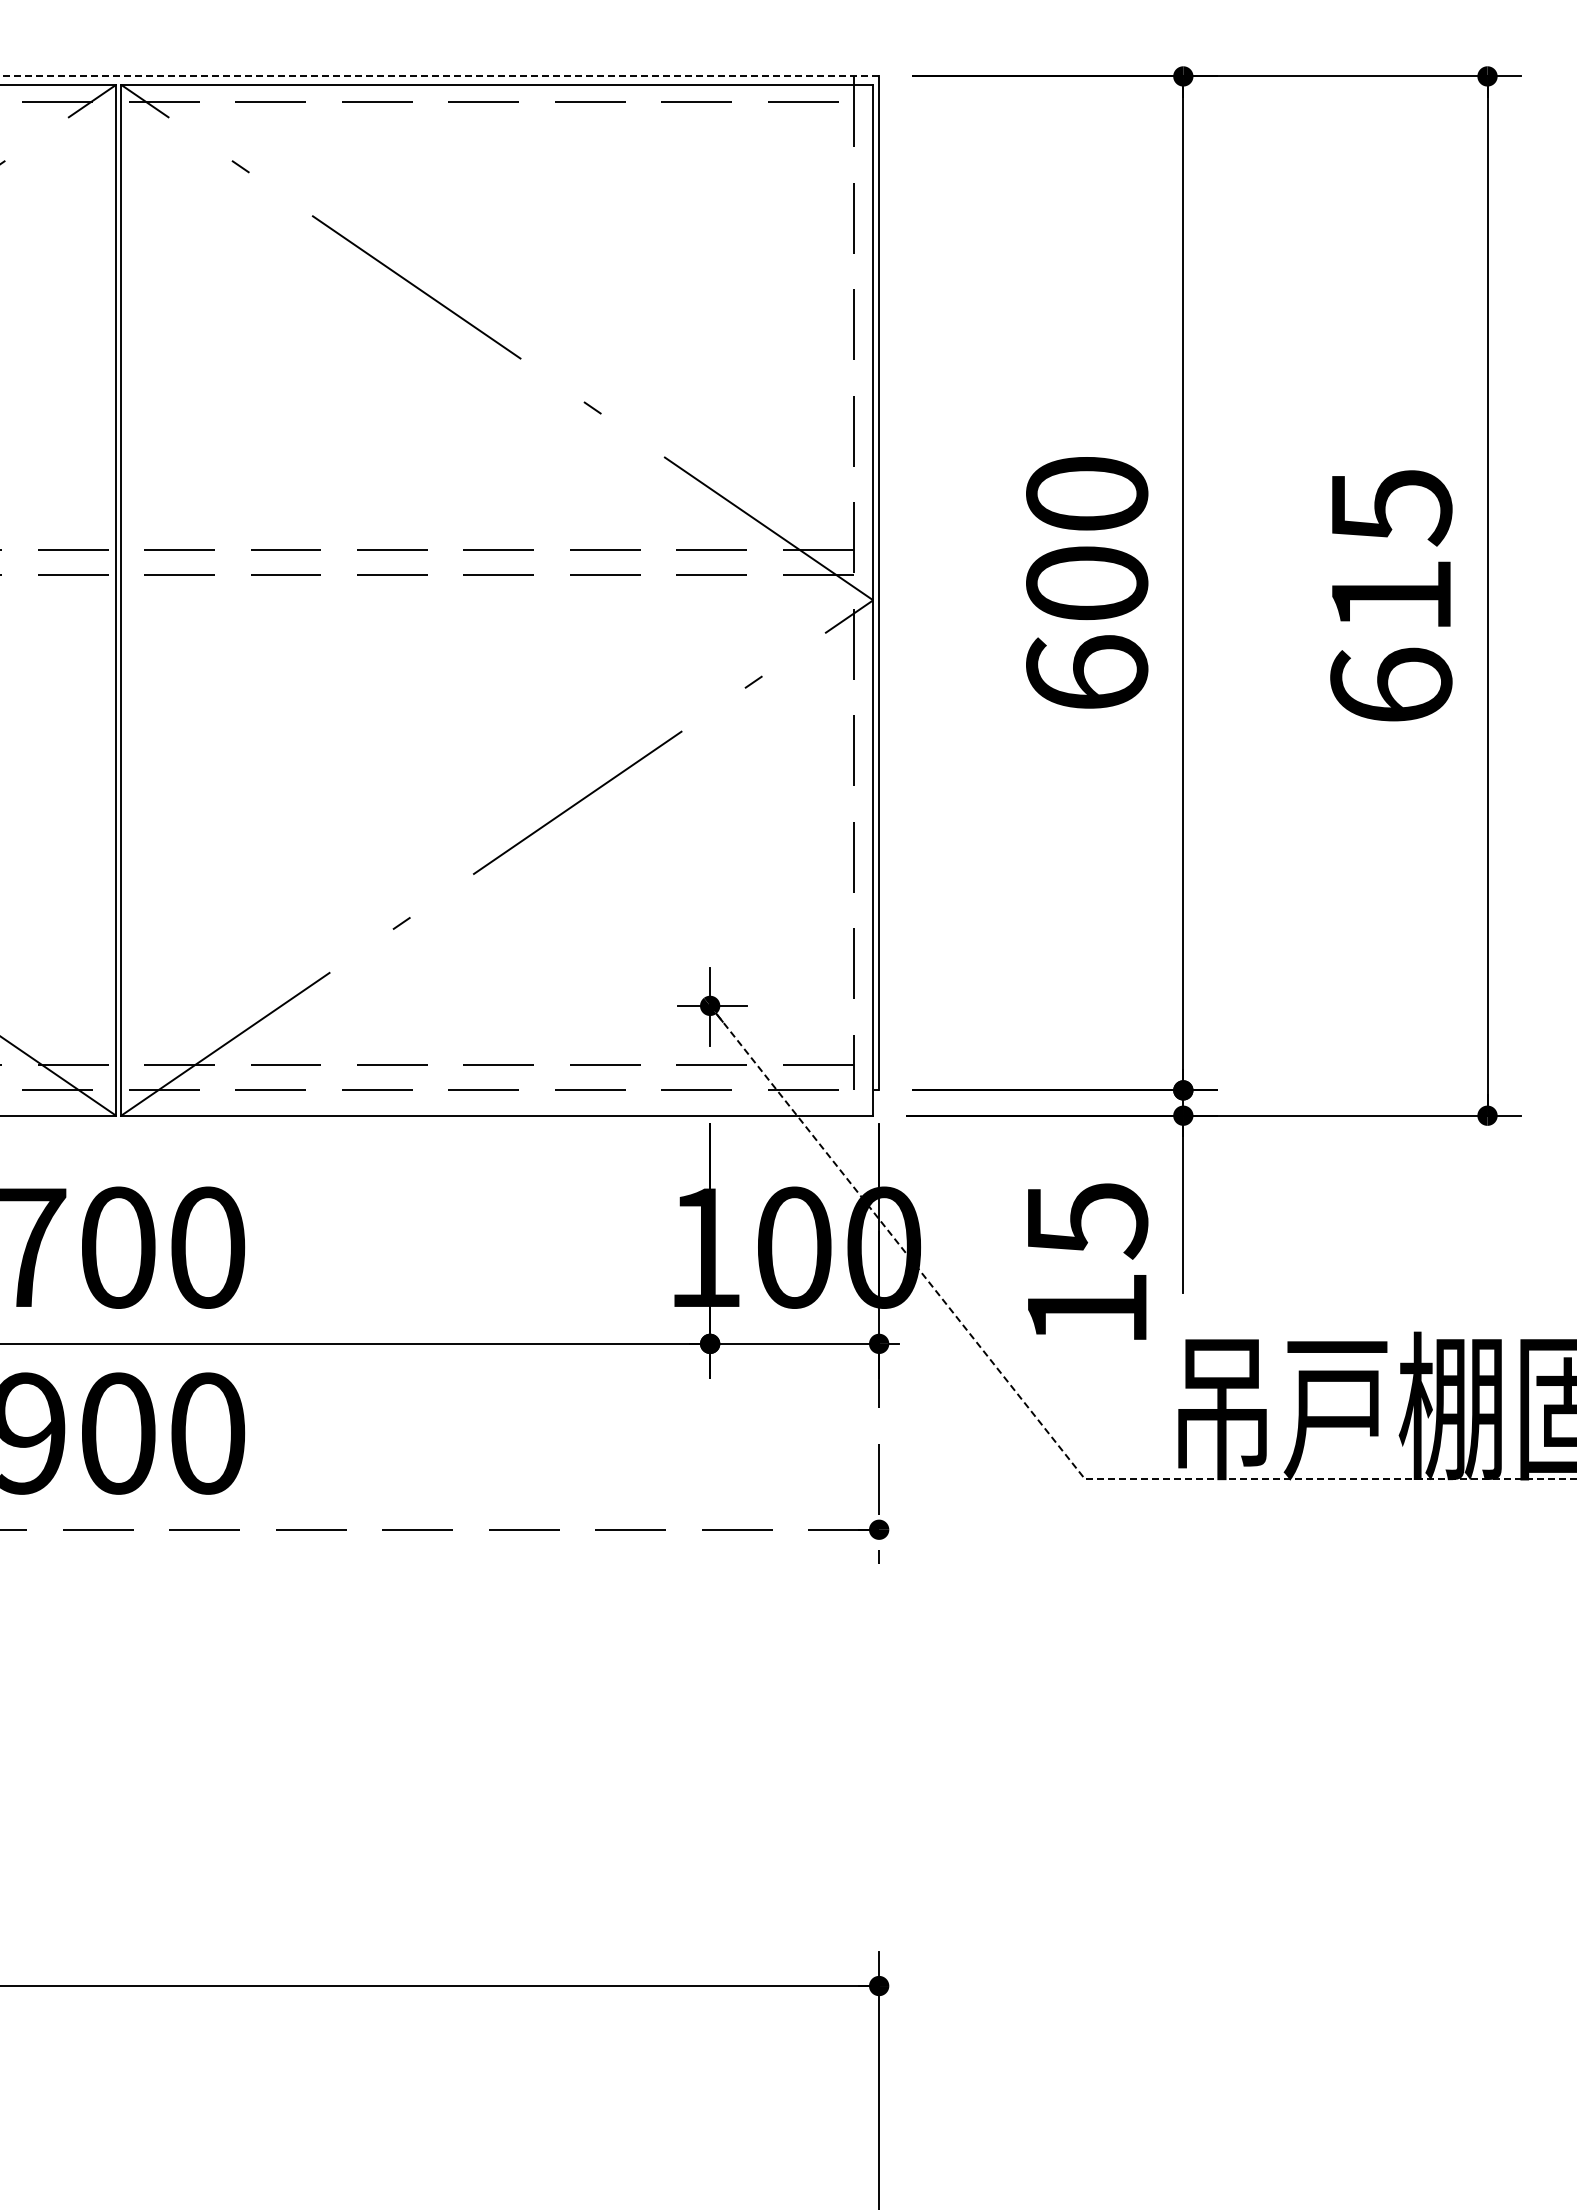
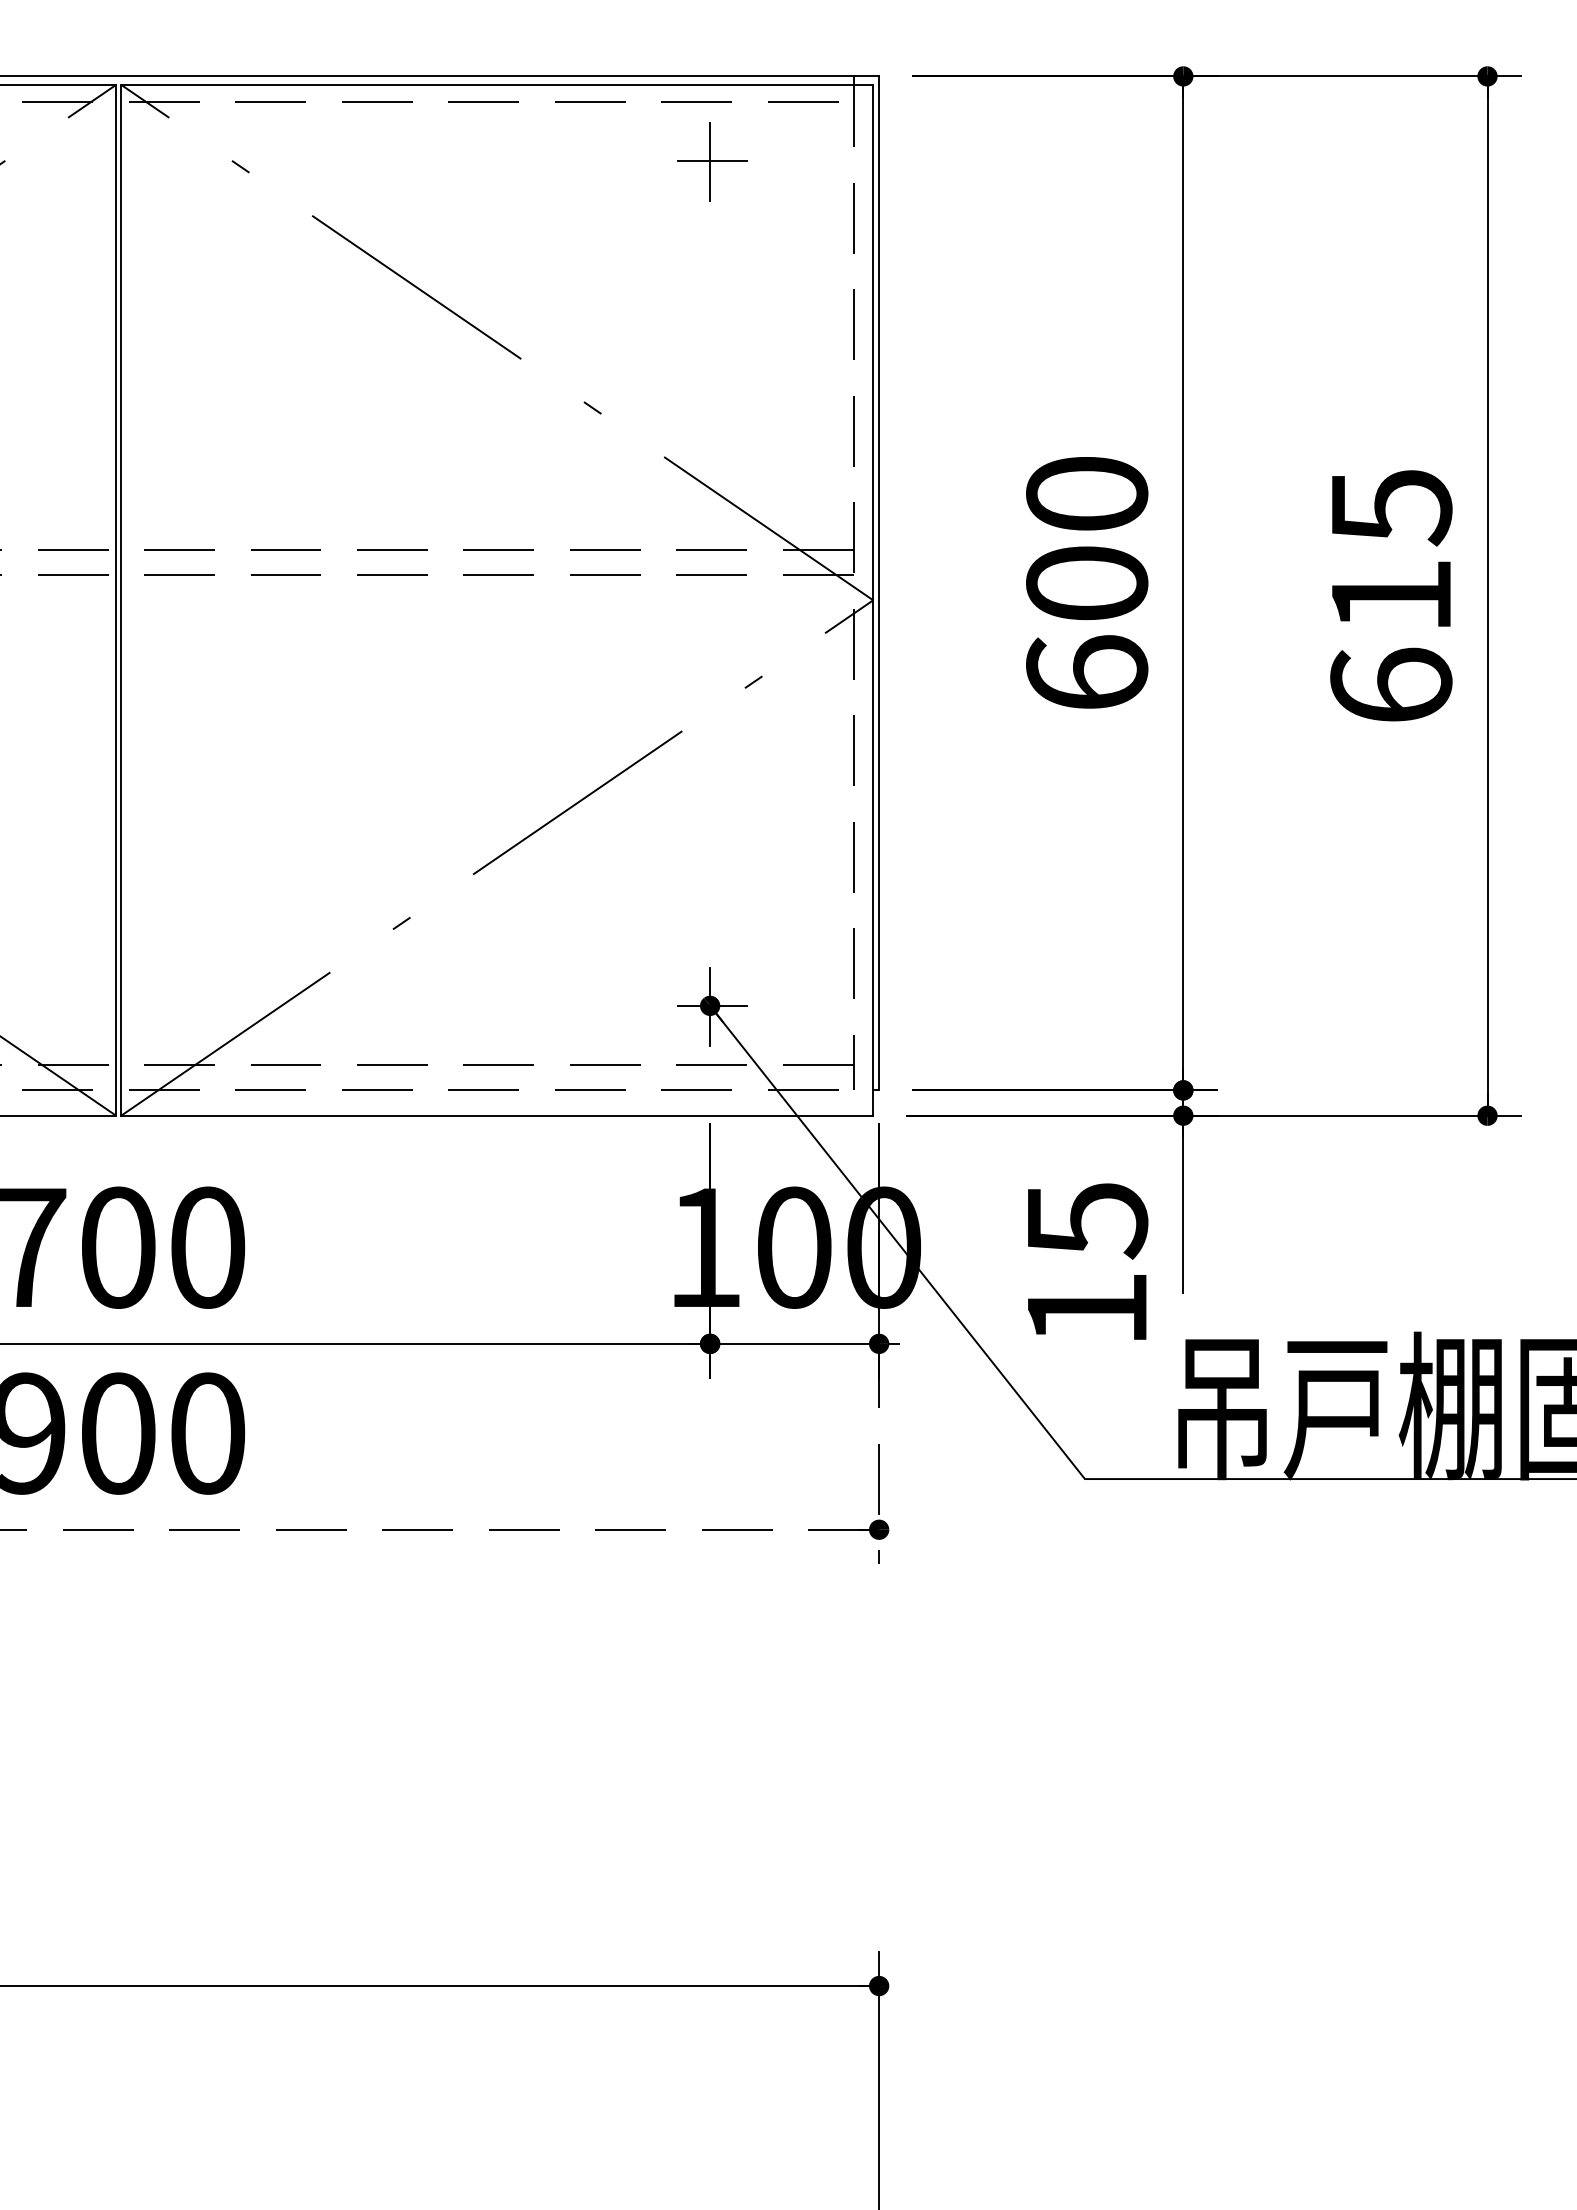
line at (439, 76): dashed -> solid
part at (712, 161): none -> present
line at (1050, 1435): dashed -> solid
